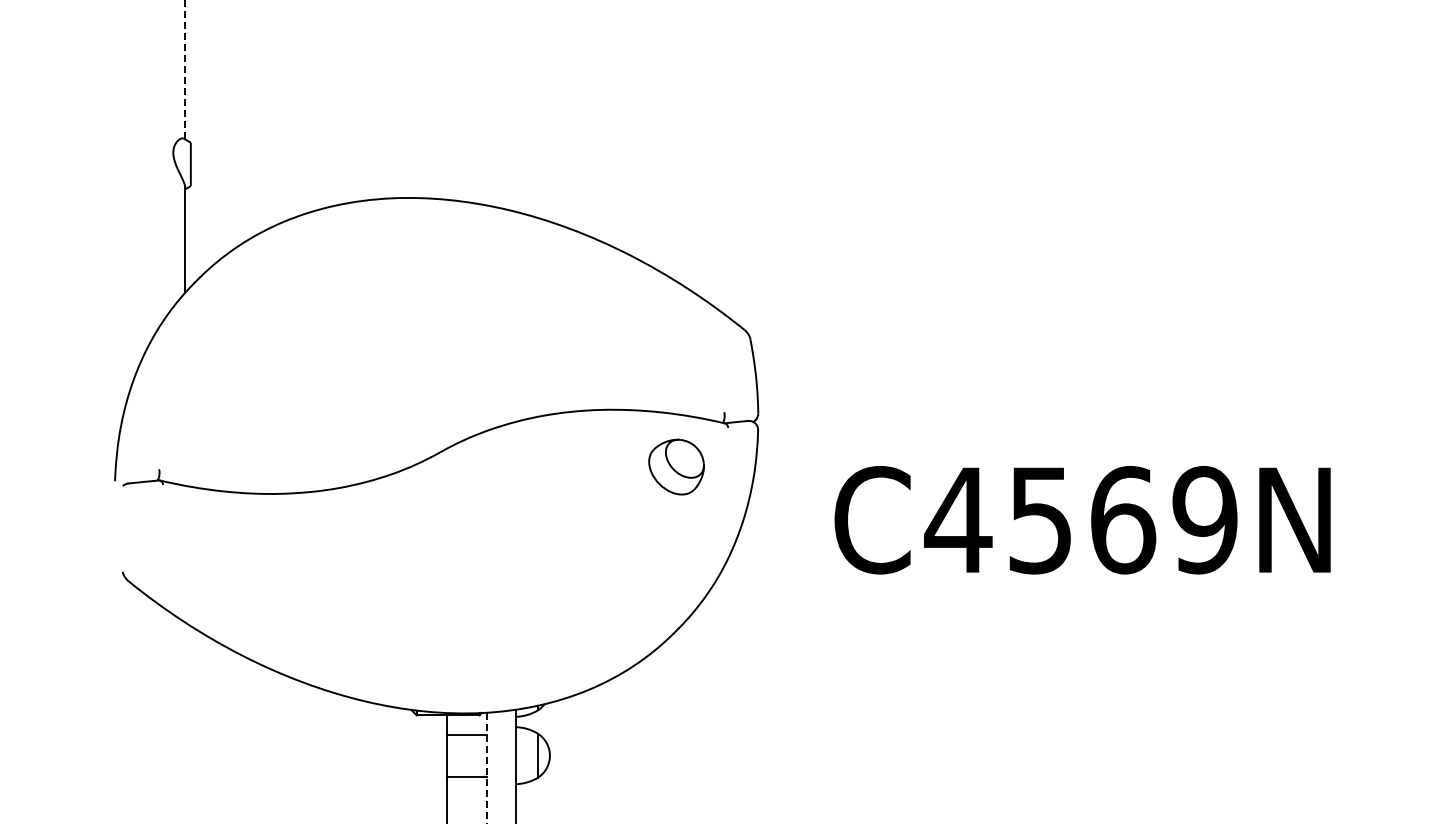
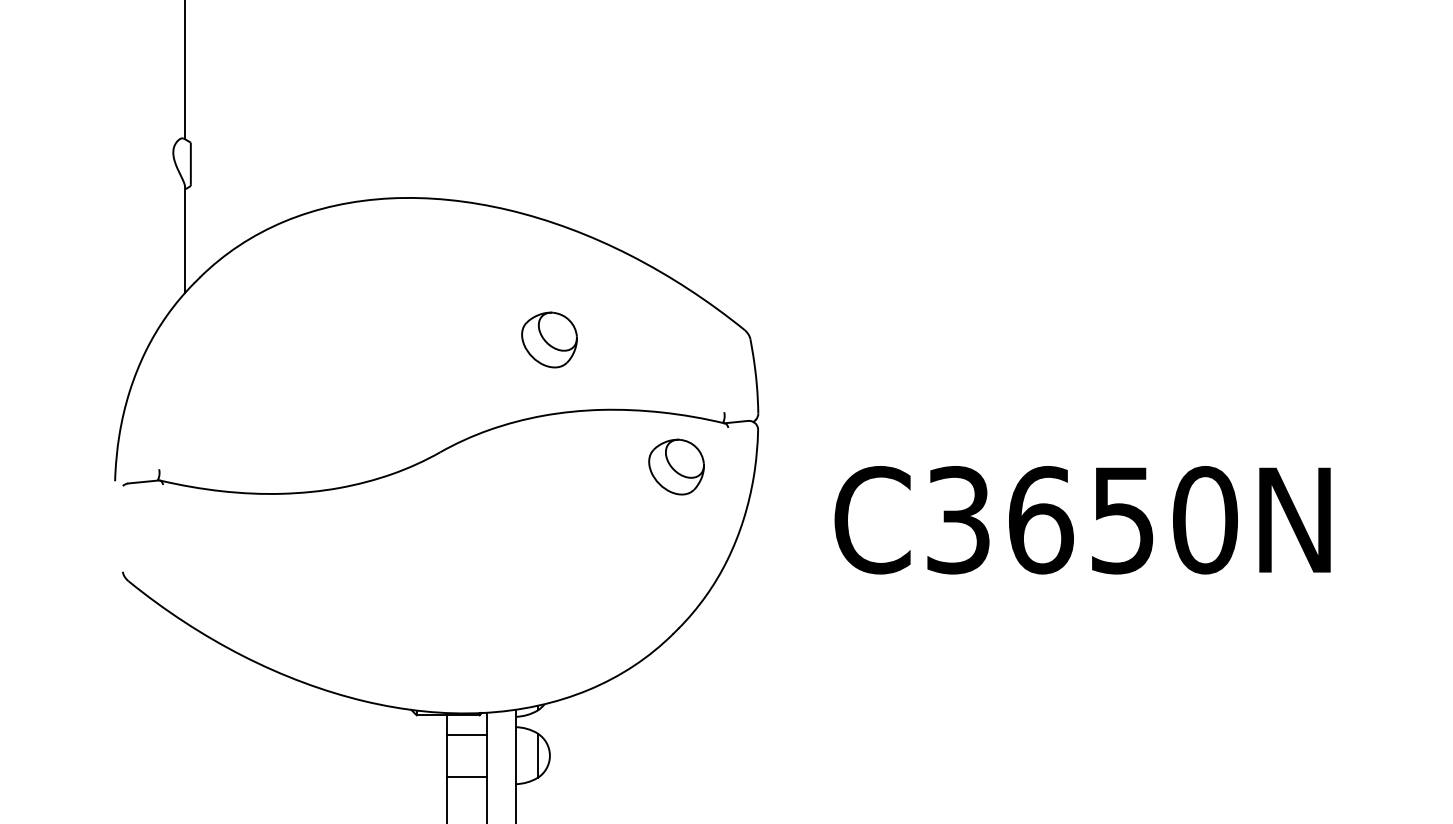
line at (185, 69): dashed -> solid
part at (549, 339): none -> present
text at (1080, 520): C4569N -> C3650N
line at (487, 768): dashed -> solid
